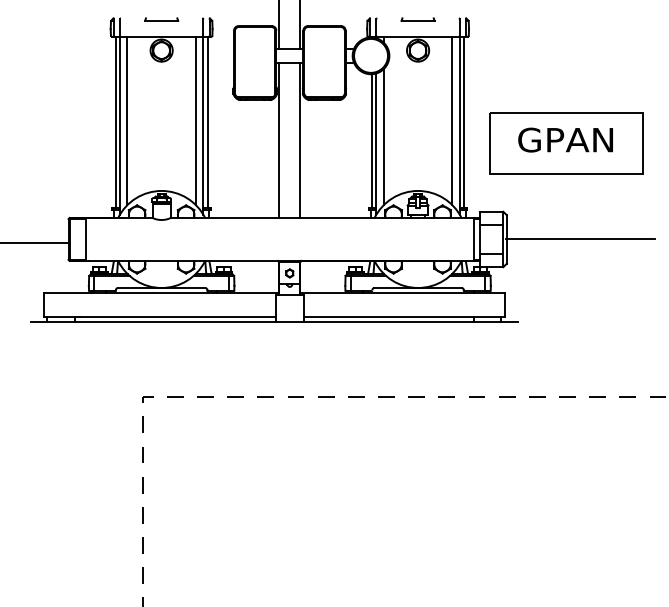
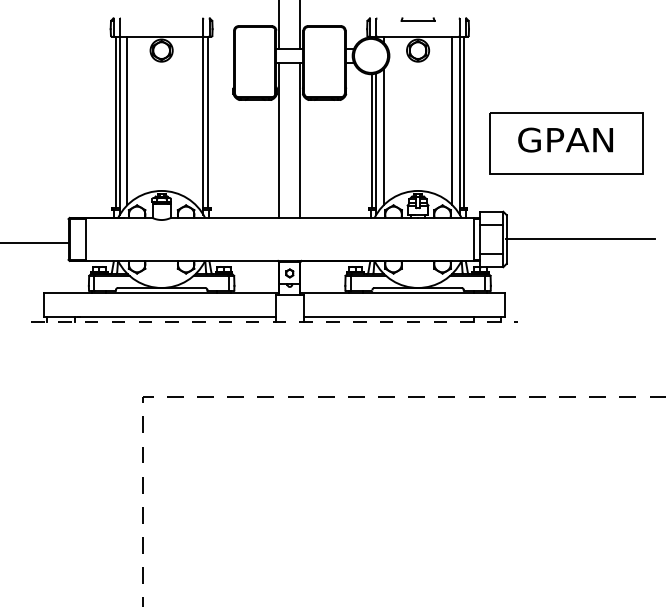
part at (161, 19): present -> none
line at (195, 120): present -> none
line at (274, 322): solid -> dashed
